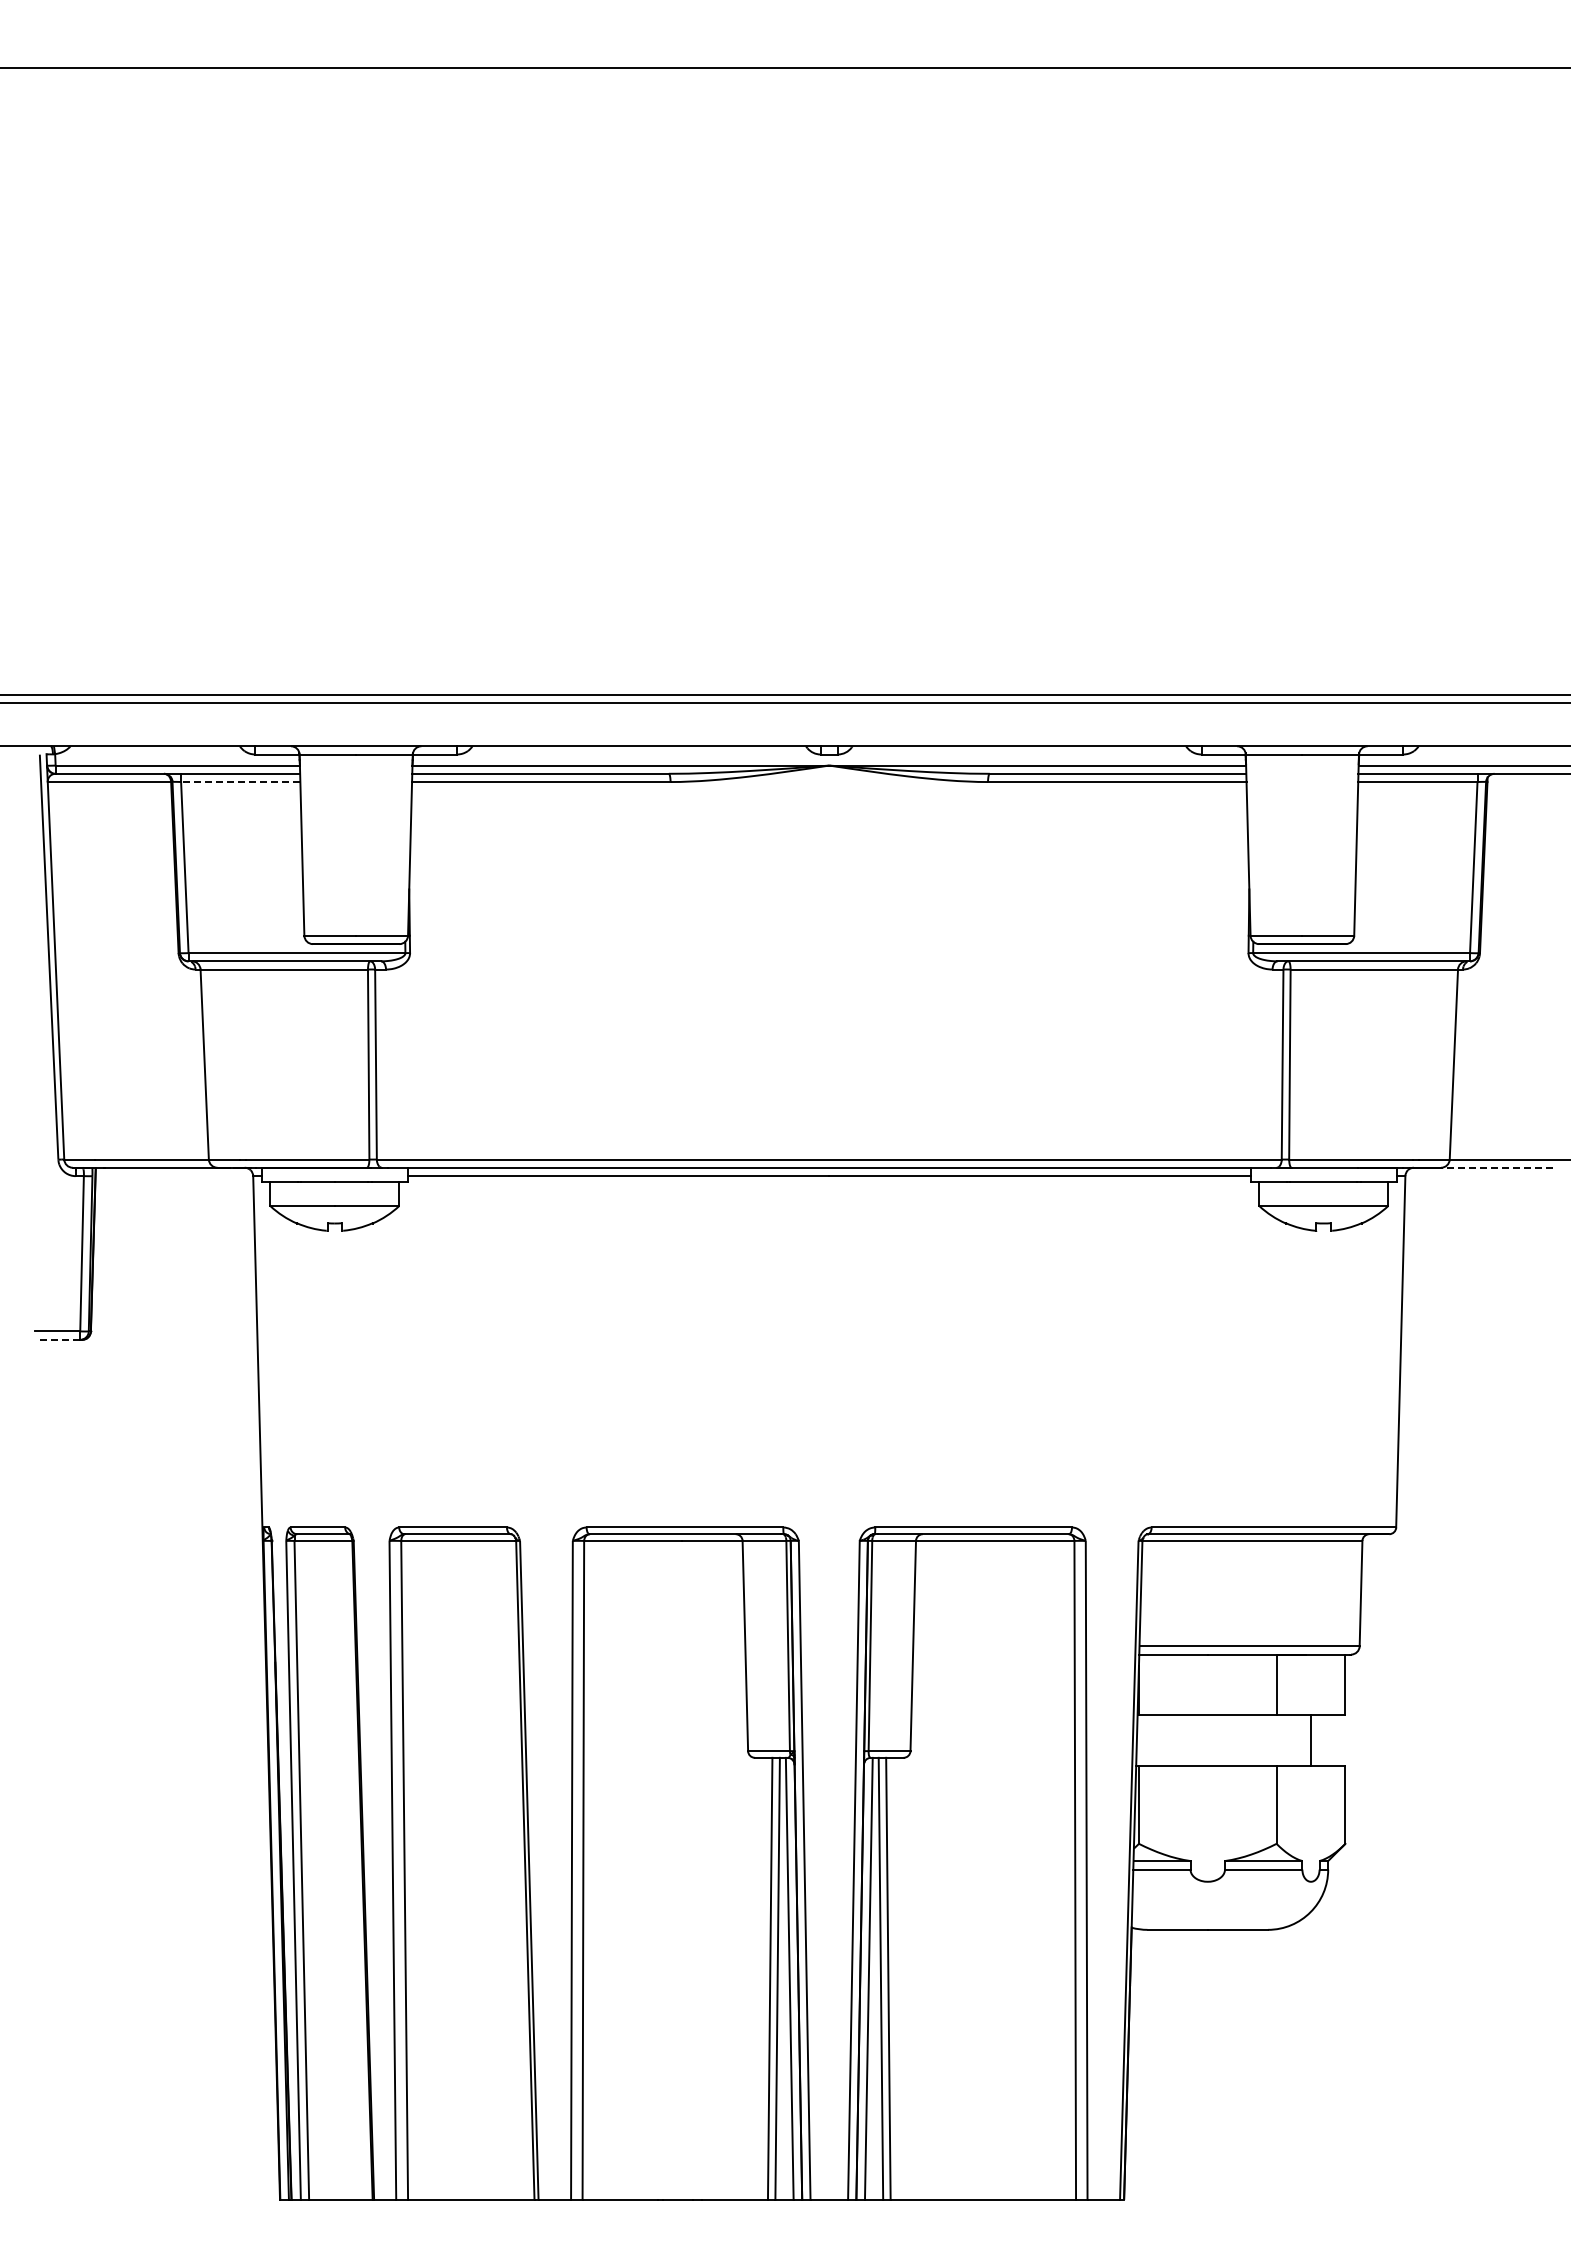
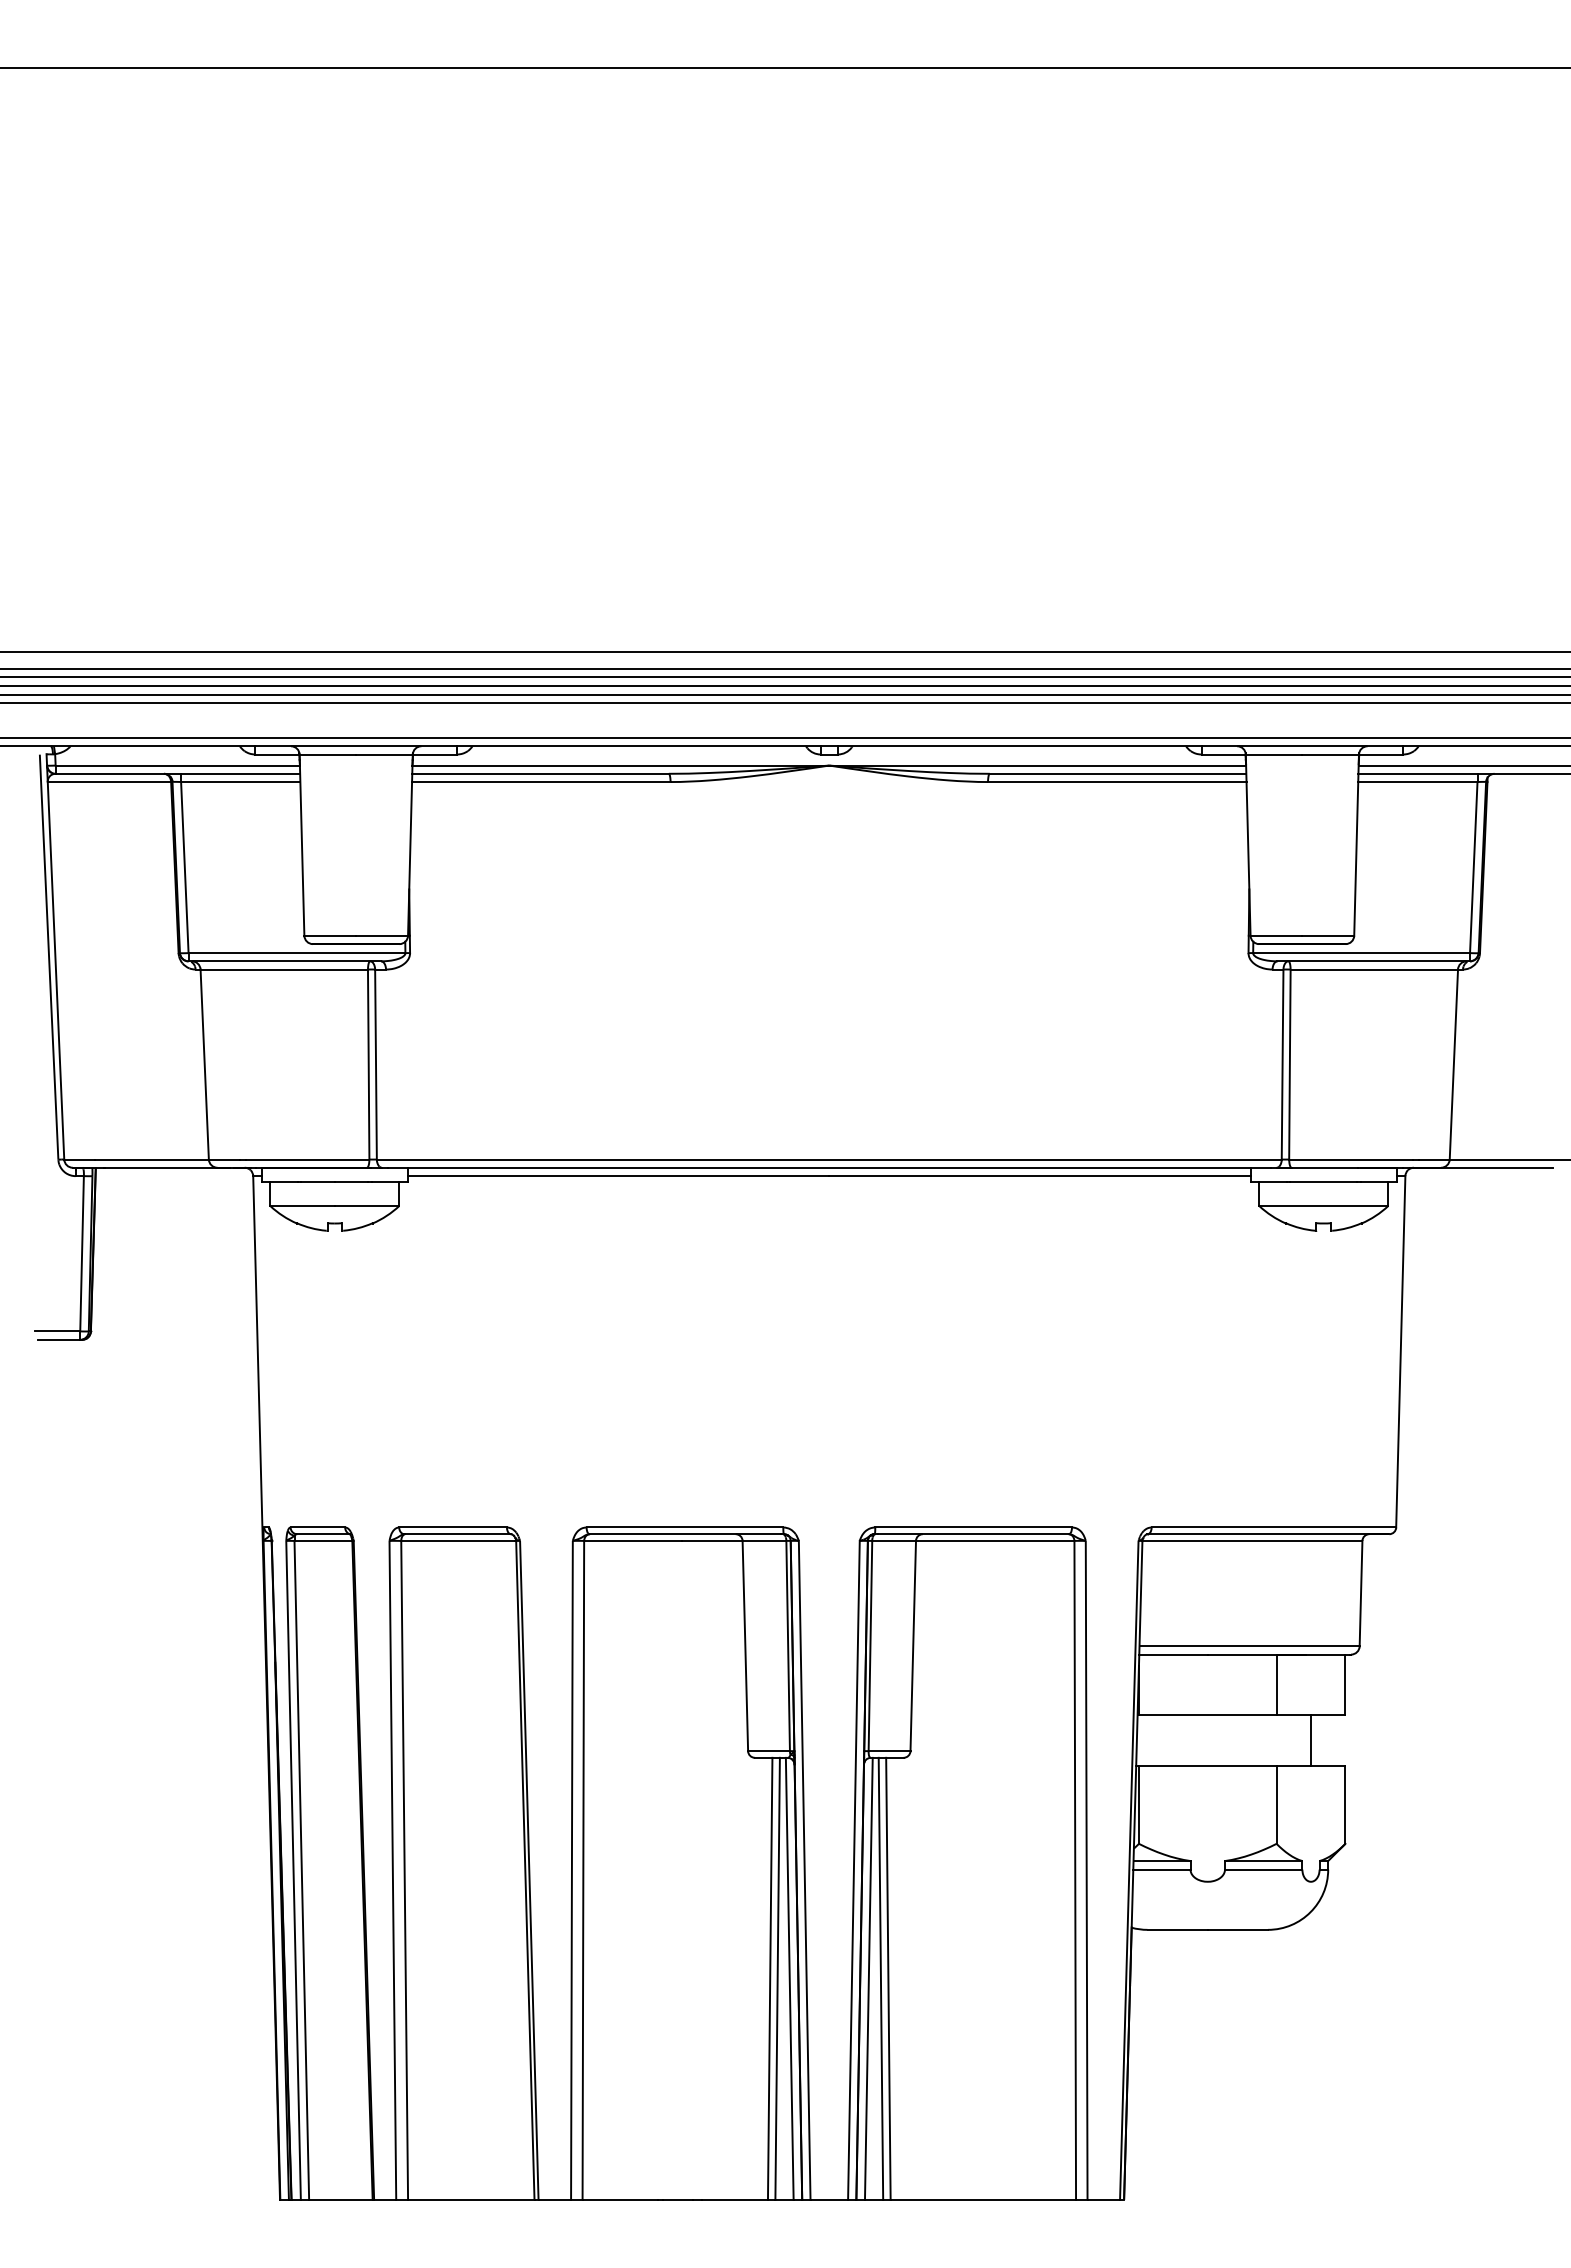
line at (784, 651): none -> present
line at (784, 668): none -> present
line at (784, 677): none -> present
line at (784, 686): none -> present
line at (784, 738): none -> present
line at (240, 782): dashed -> solid
line at (1496, 1167): dashed -> solid
line at (58, 1339): dashed -> solid
